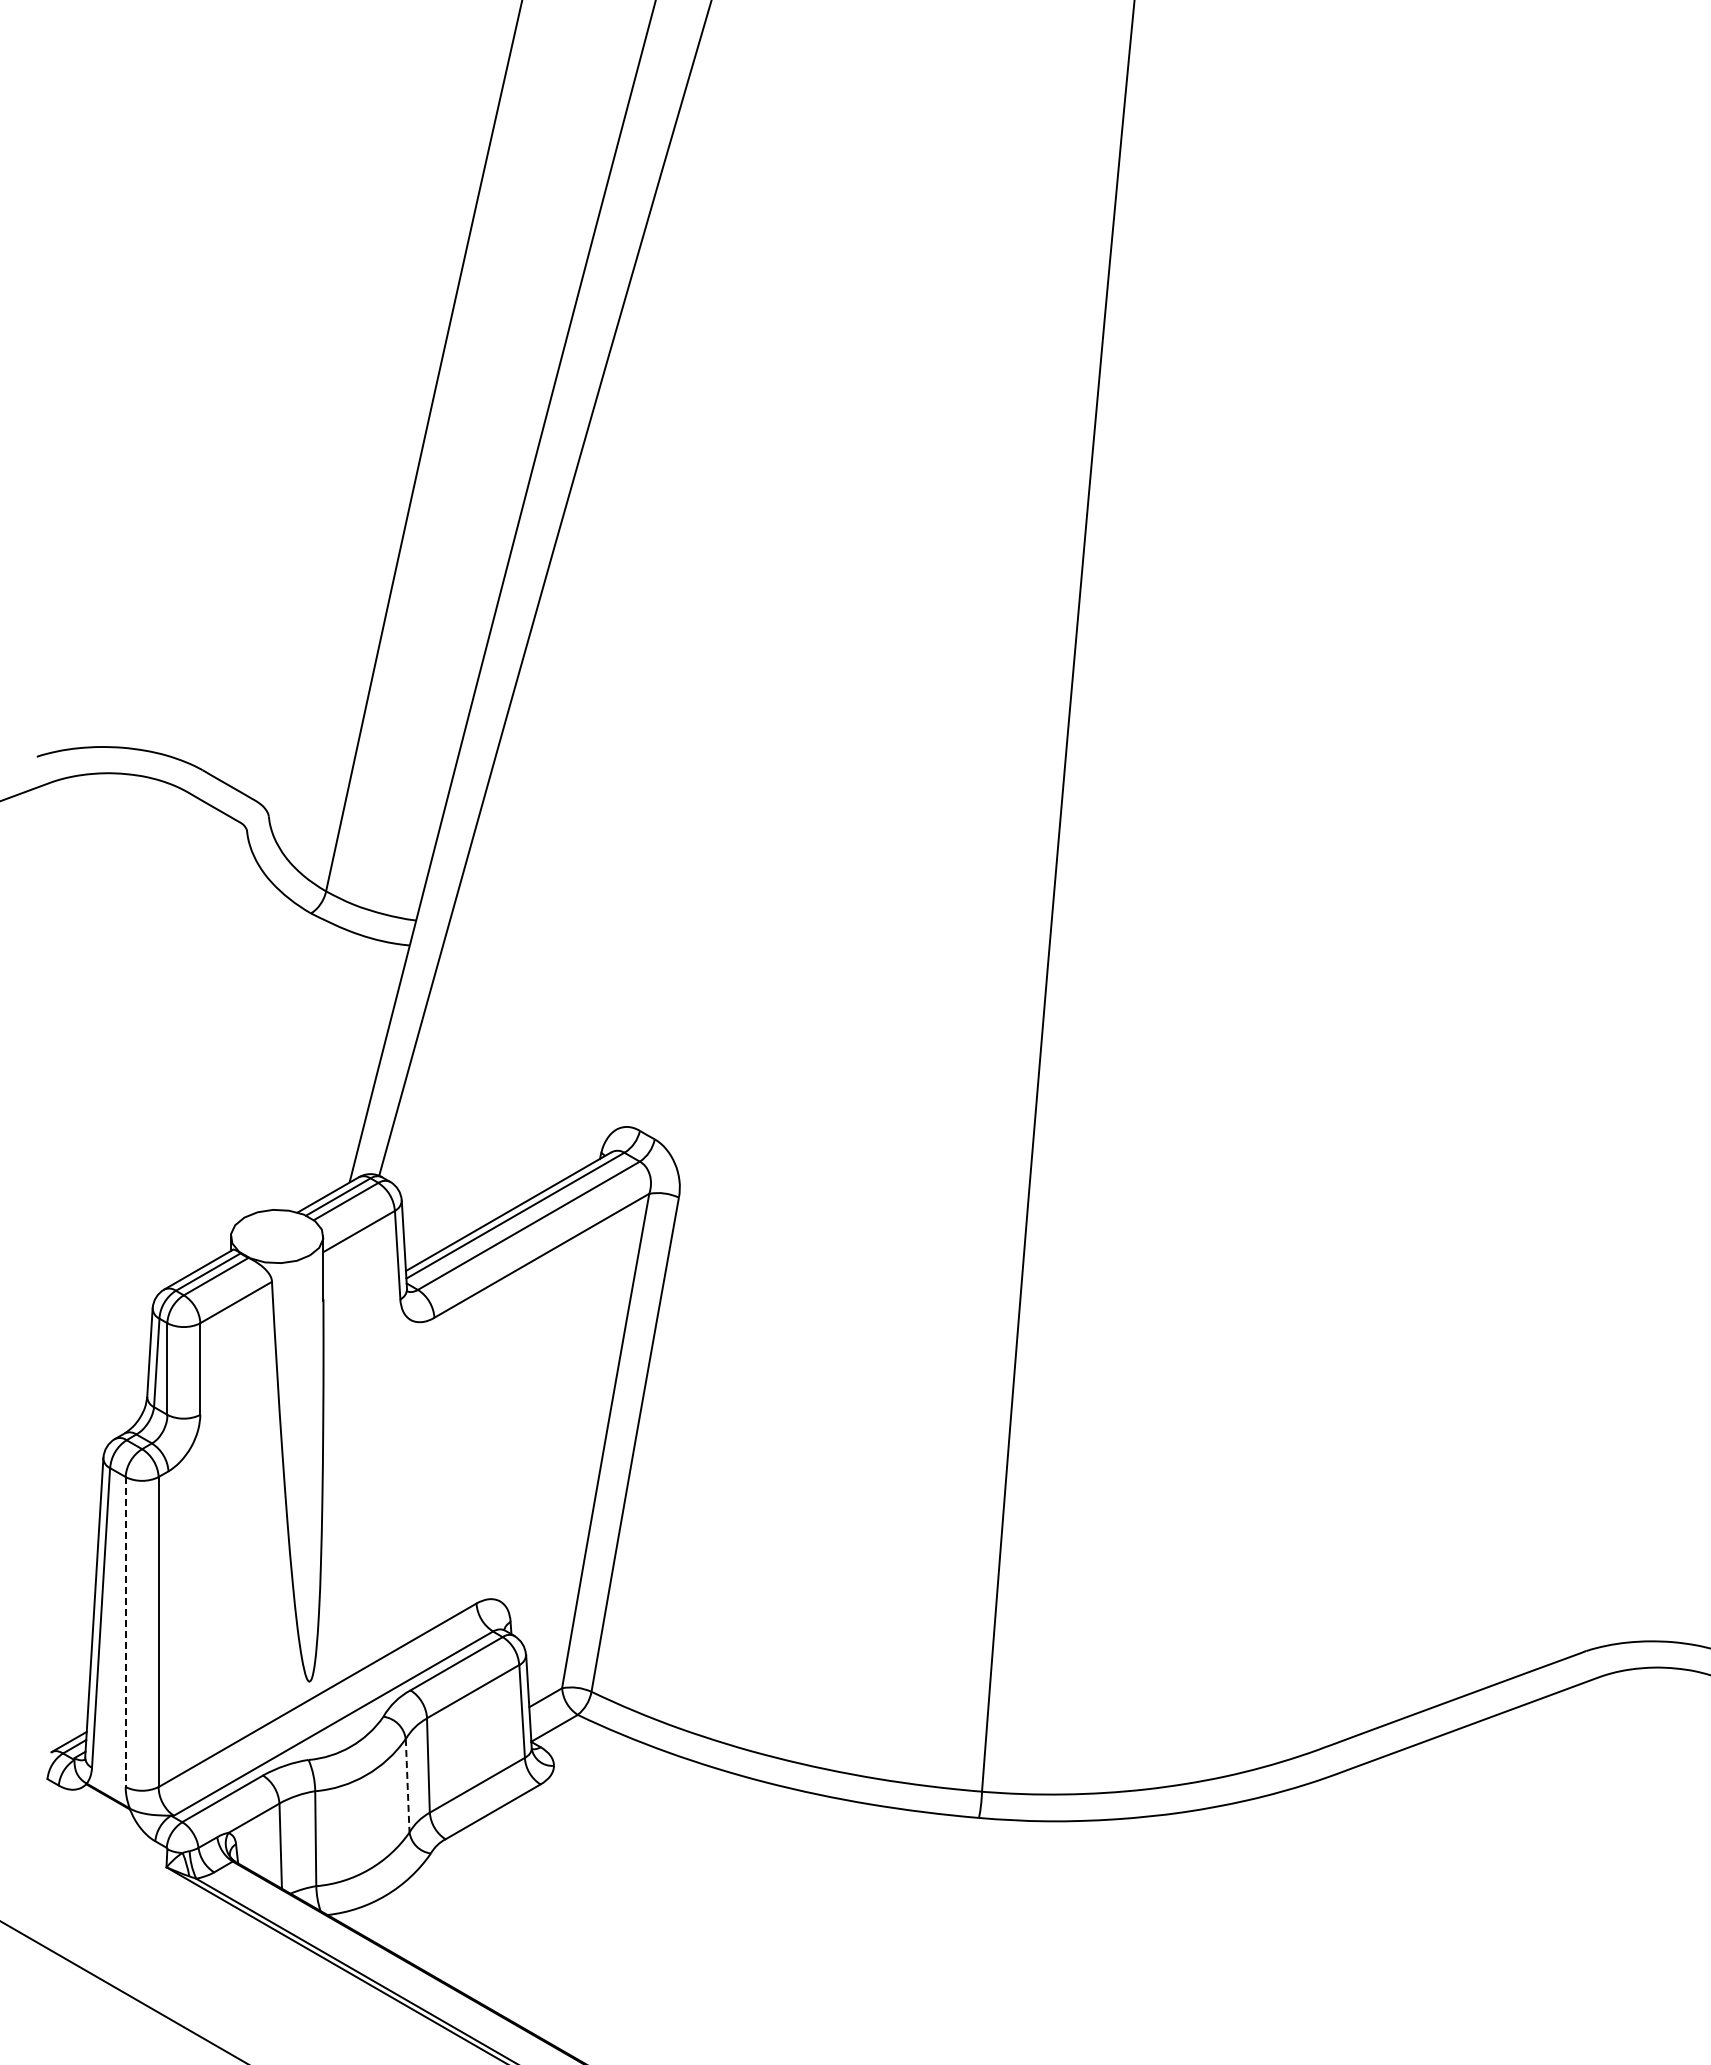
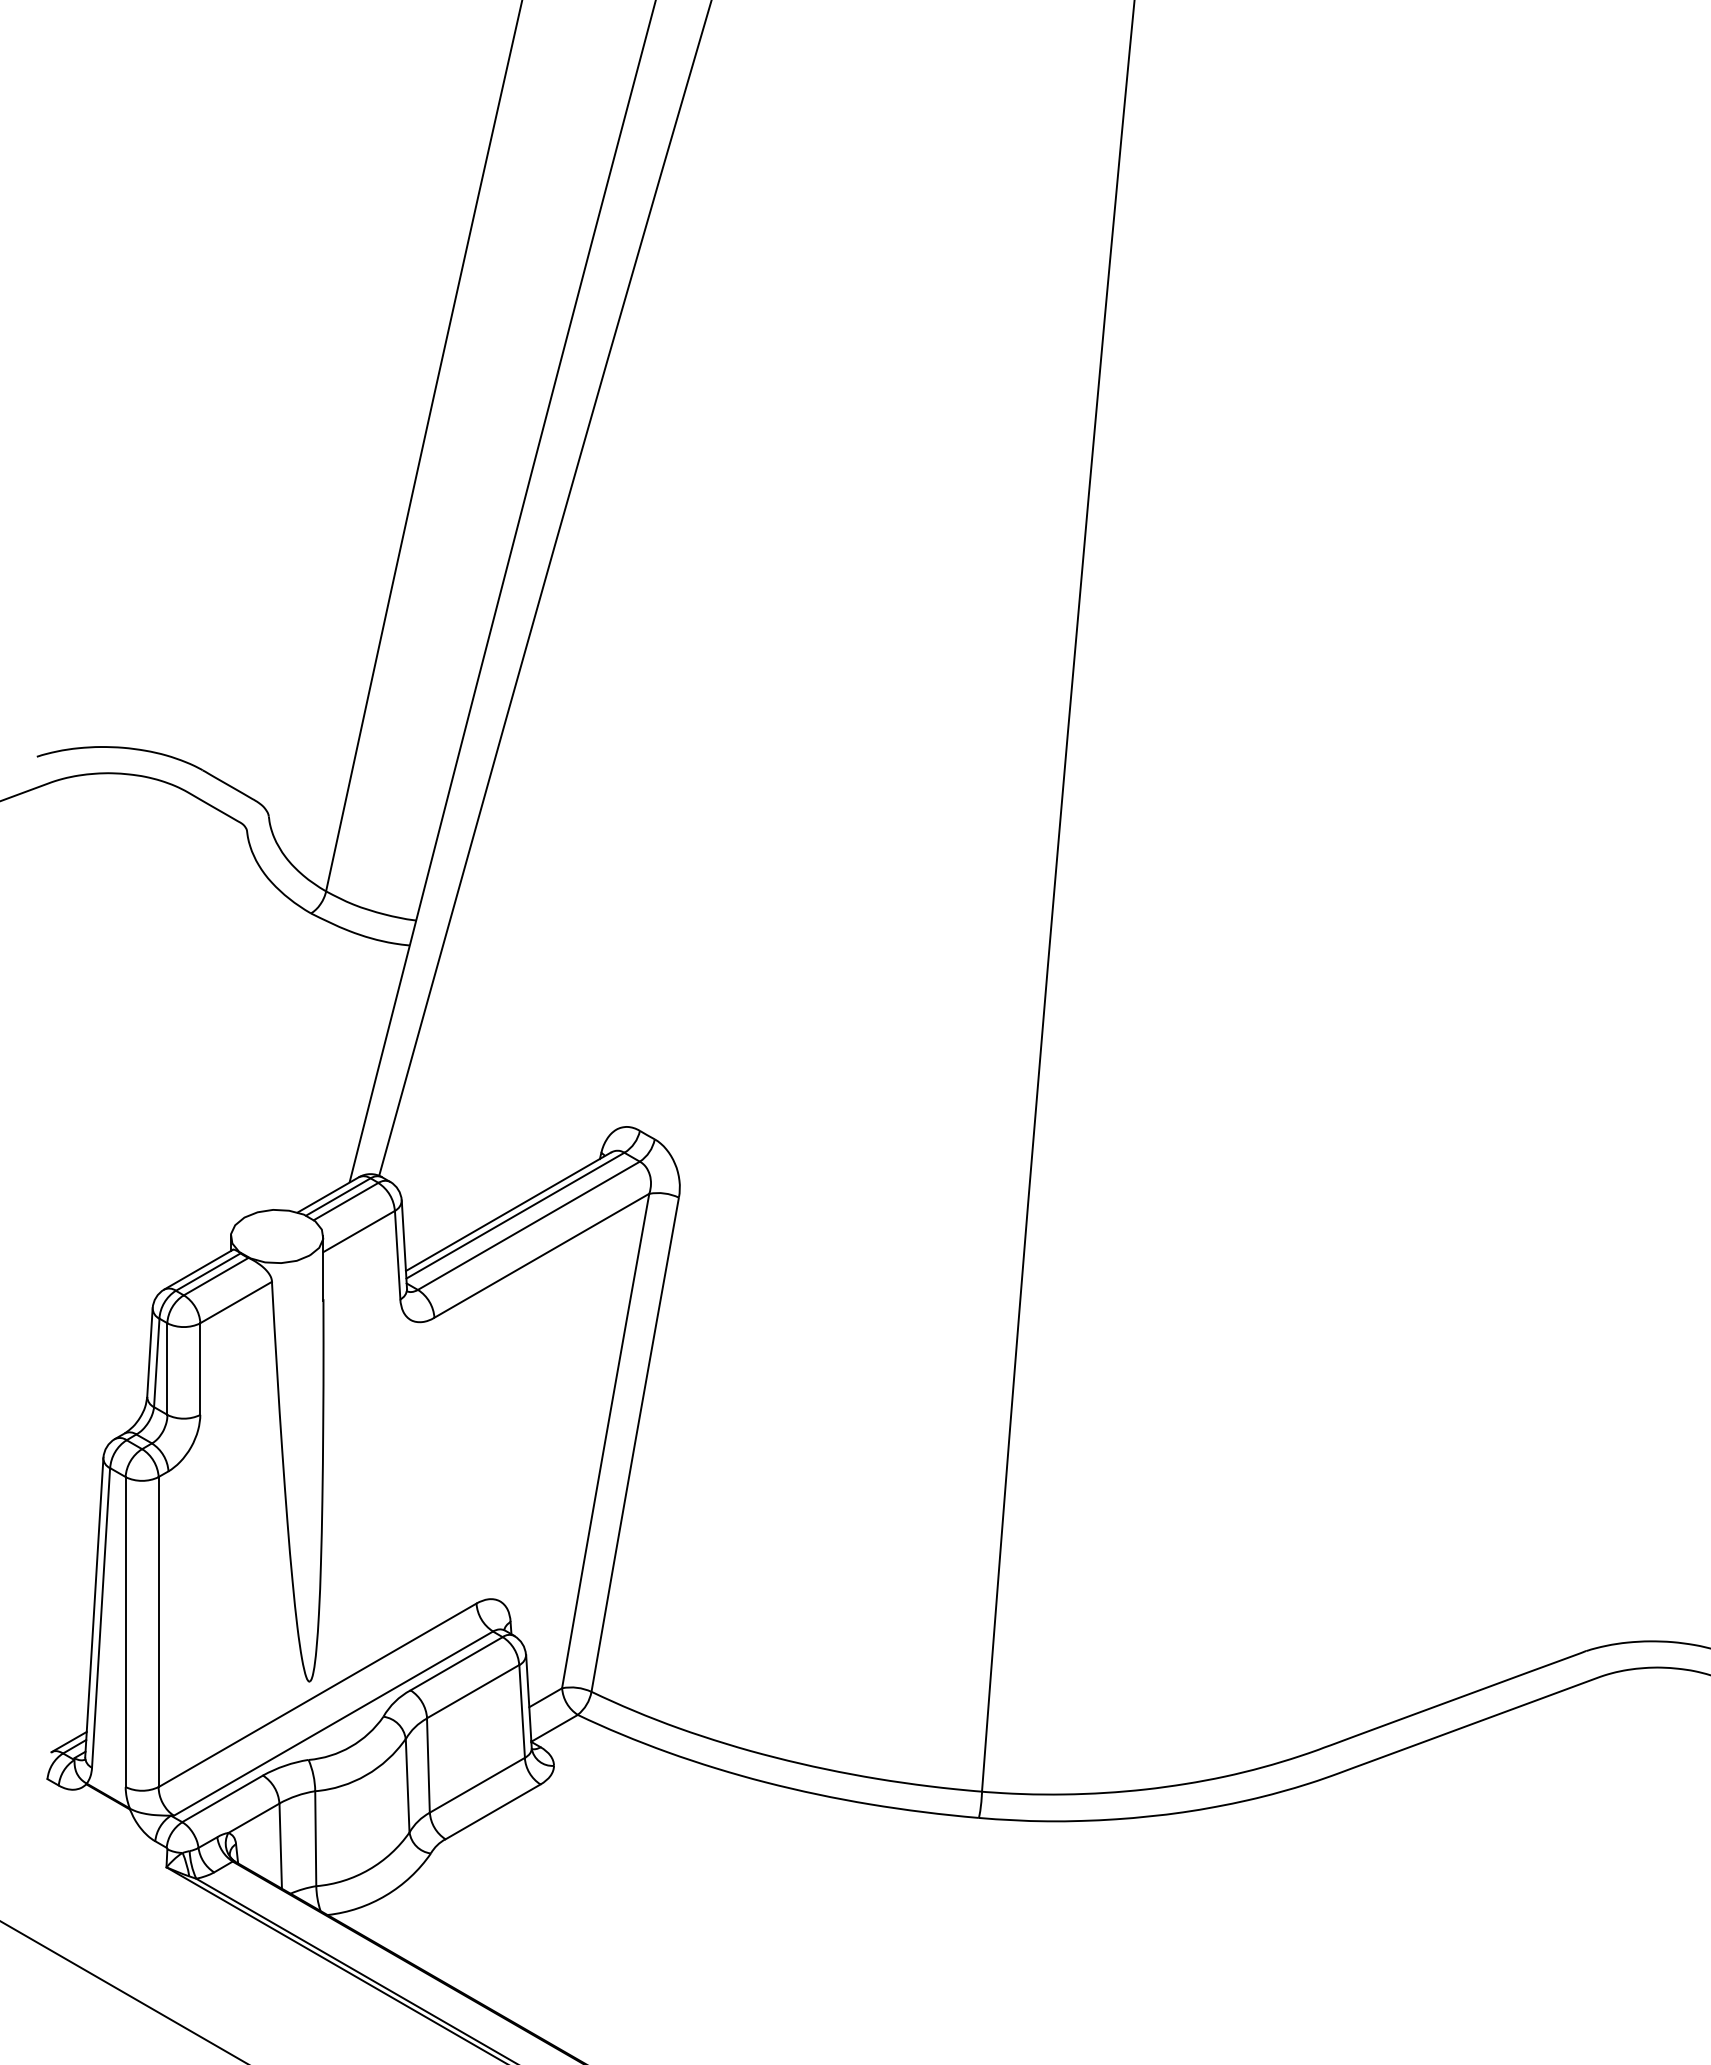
line at (125, 1632): dashed -> solid
line at (407, 1785): dashed -> solid
